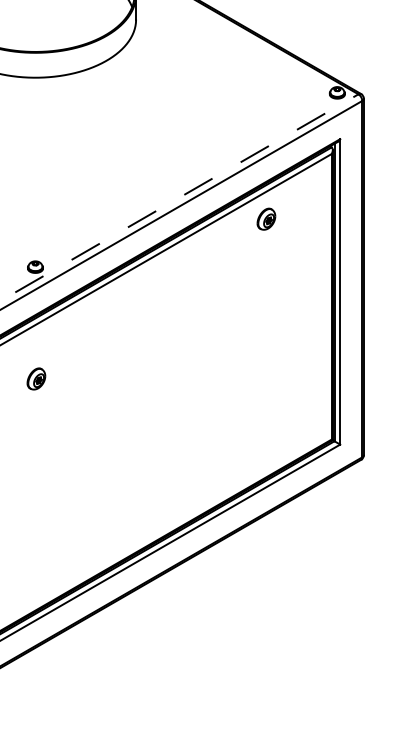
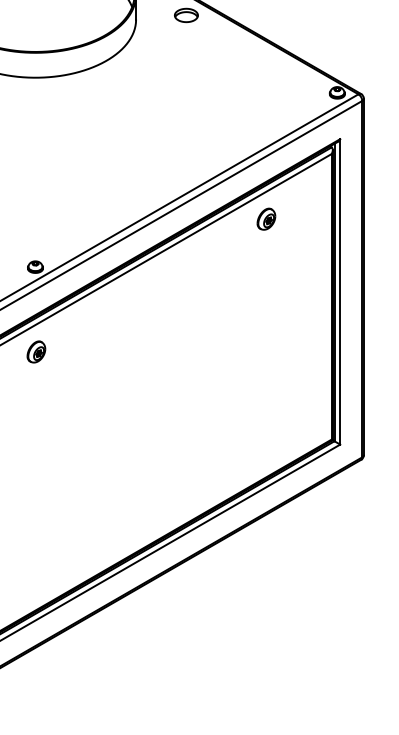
part at (186, 15): none -> present
line at (179, 197): dashed -> solid
part at (36, 378) position: (36, 378) -> (36, 351)
